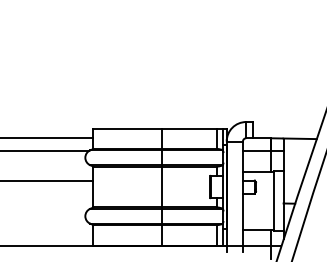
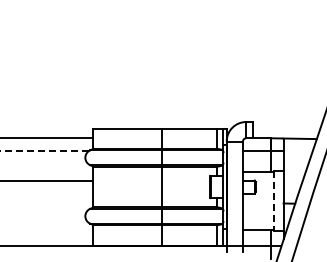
line at (44, 151): solid -> dashed
line at (273, 200): solid -> dashed
